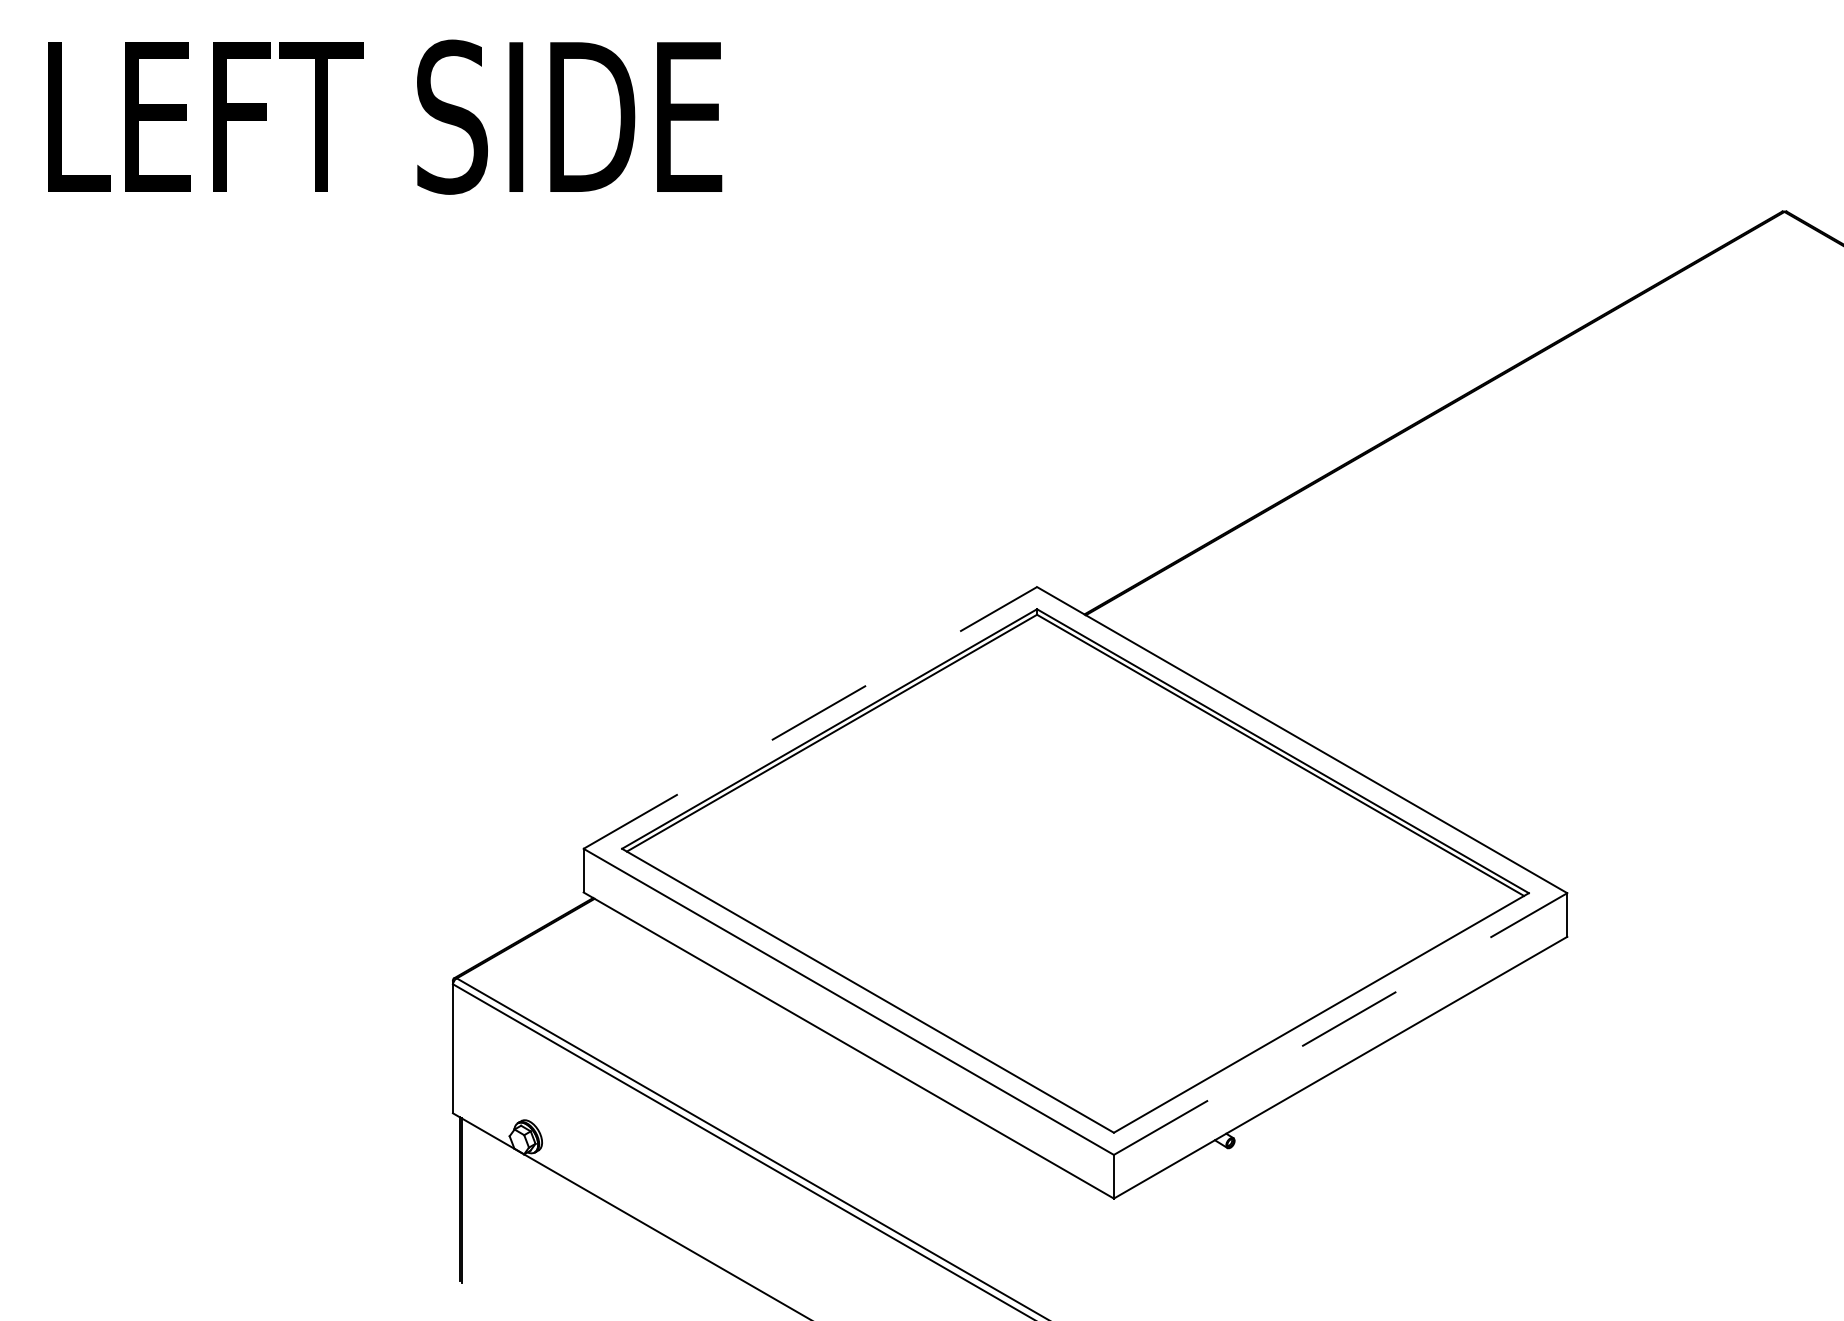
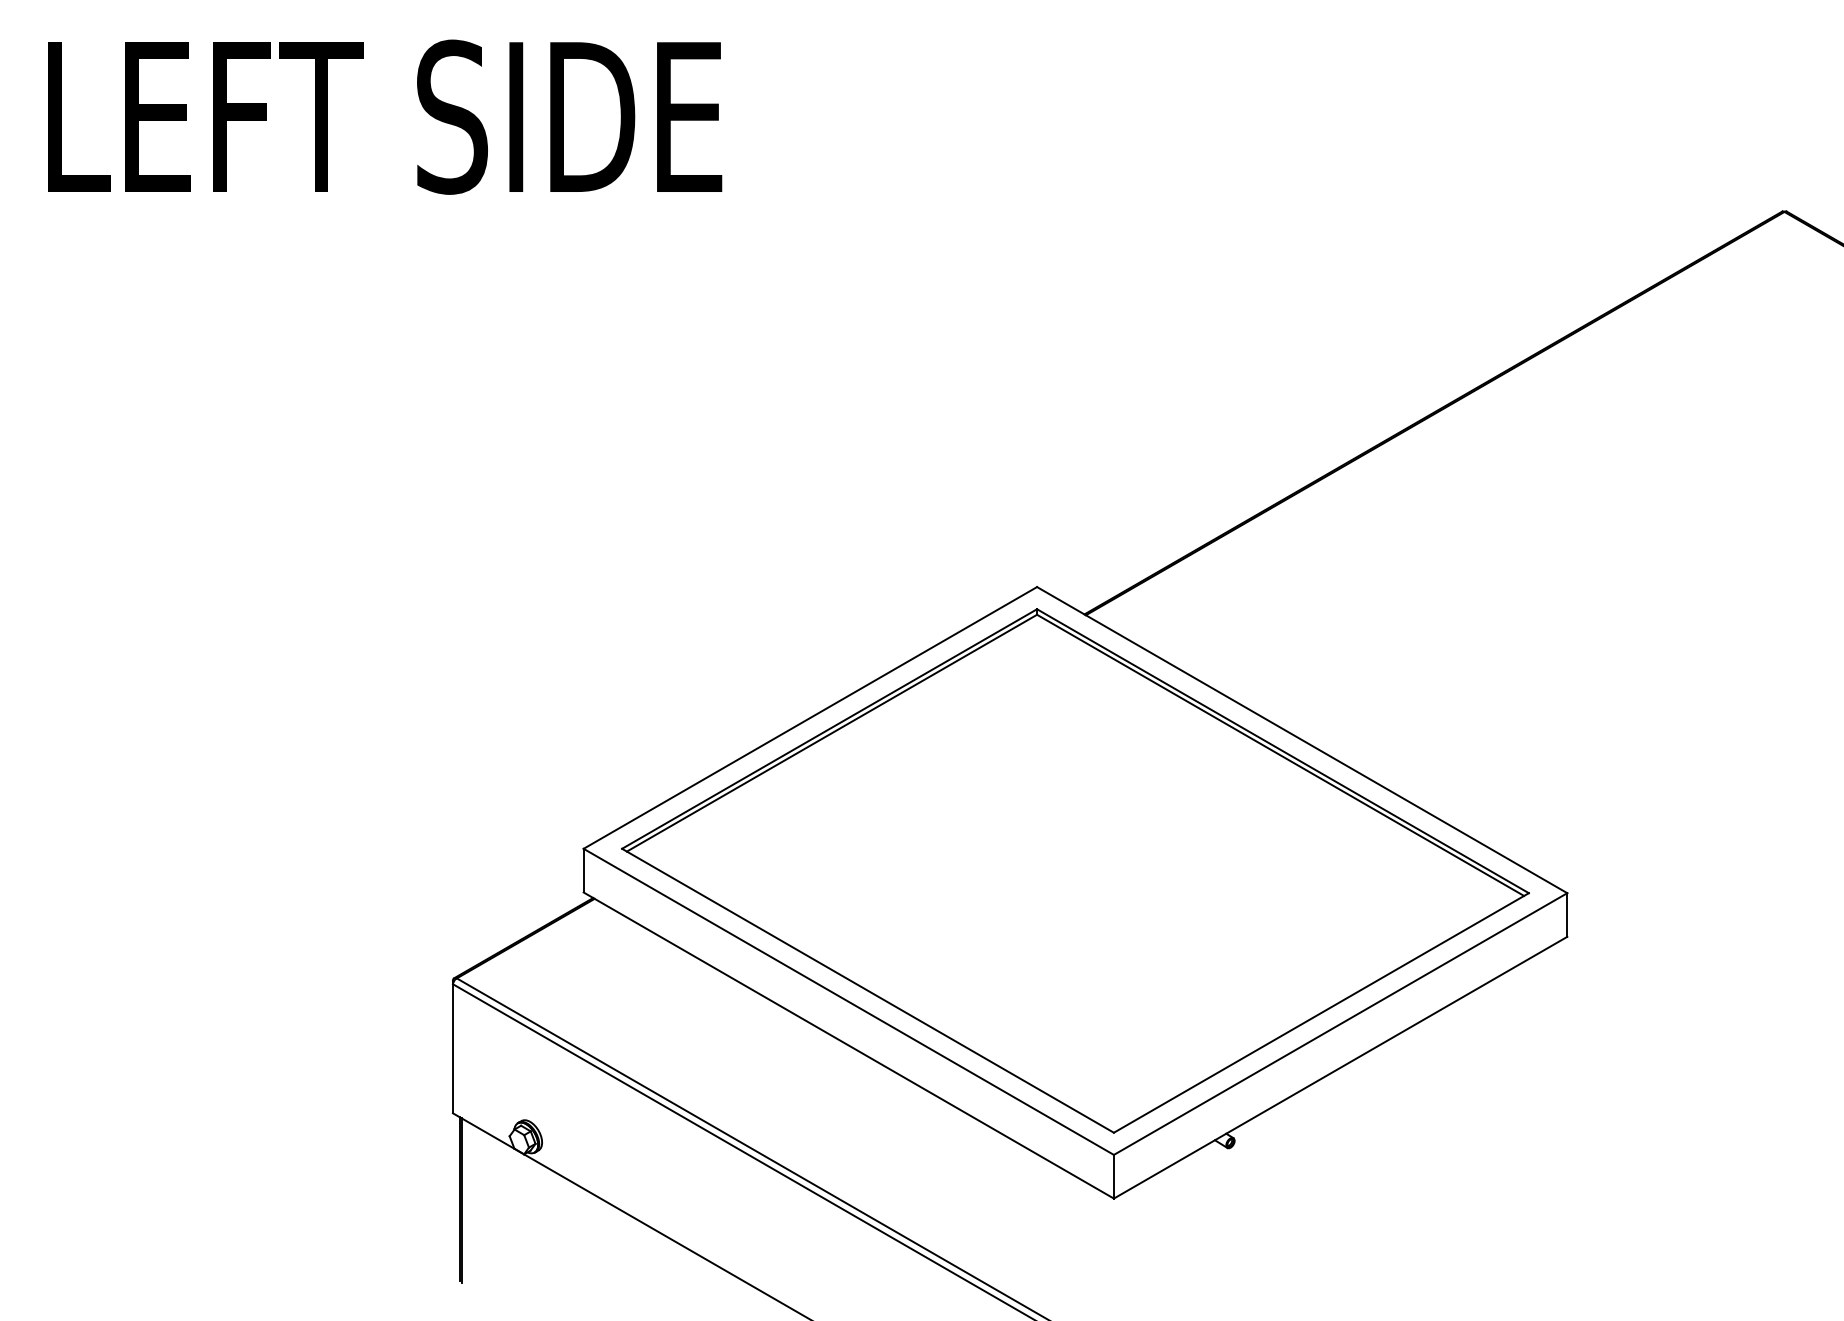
line at (810, 717): dashed -> solid
line at (1340, 1024): dashed -> solid
